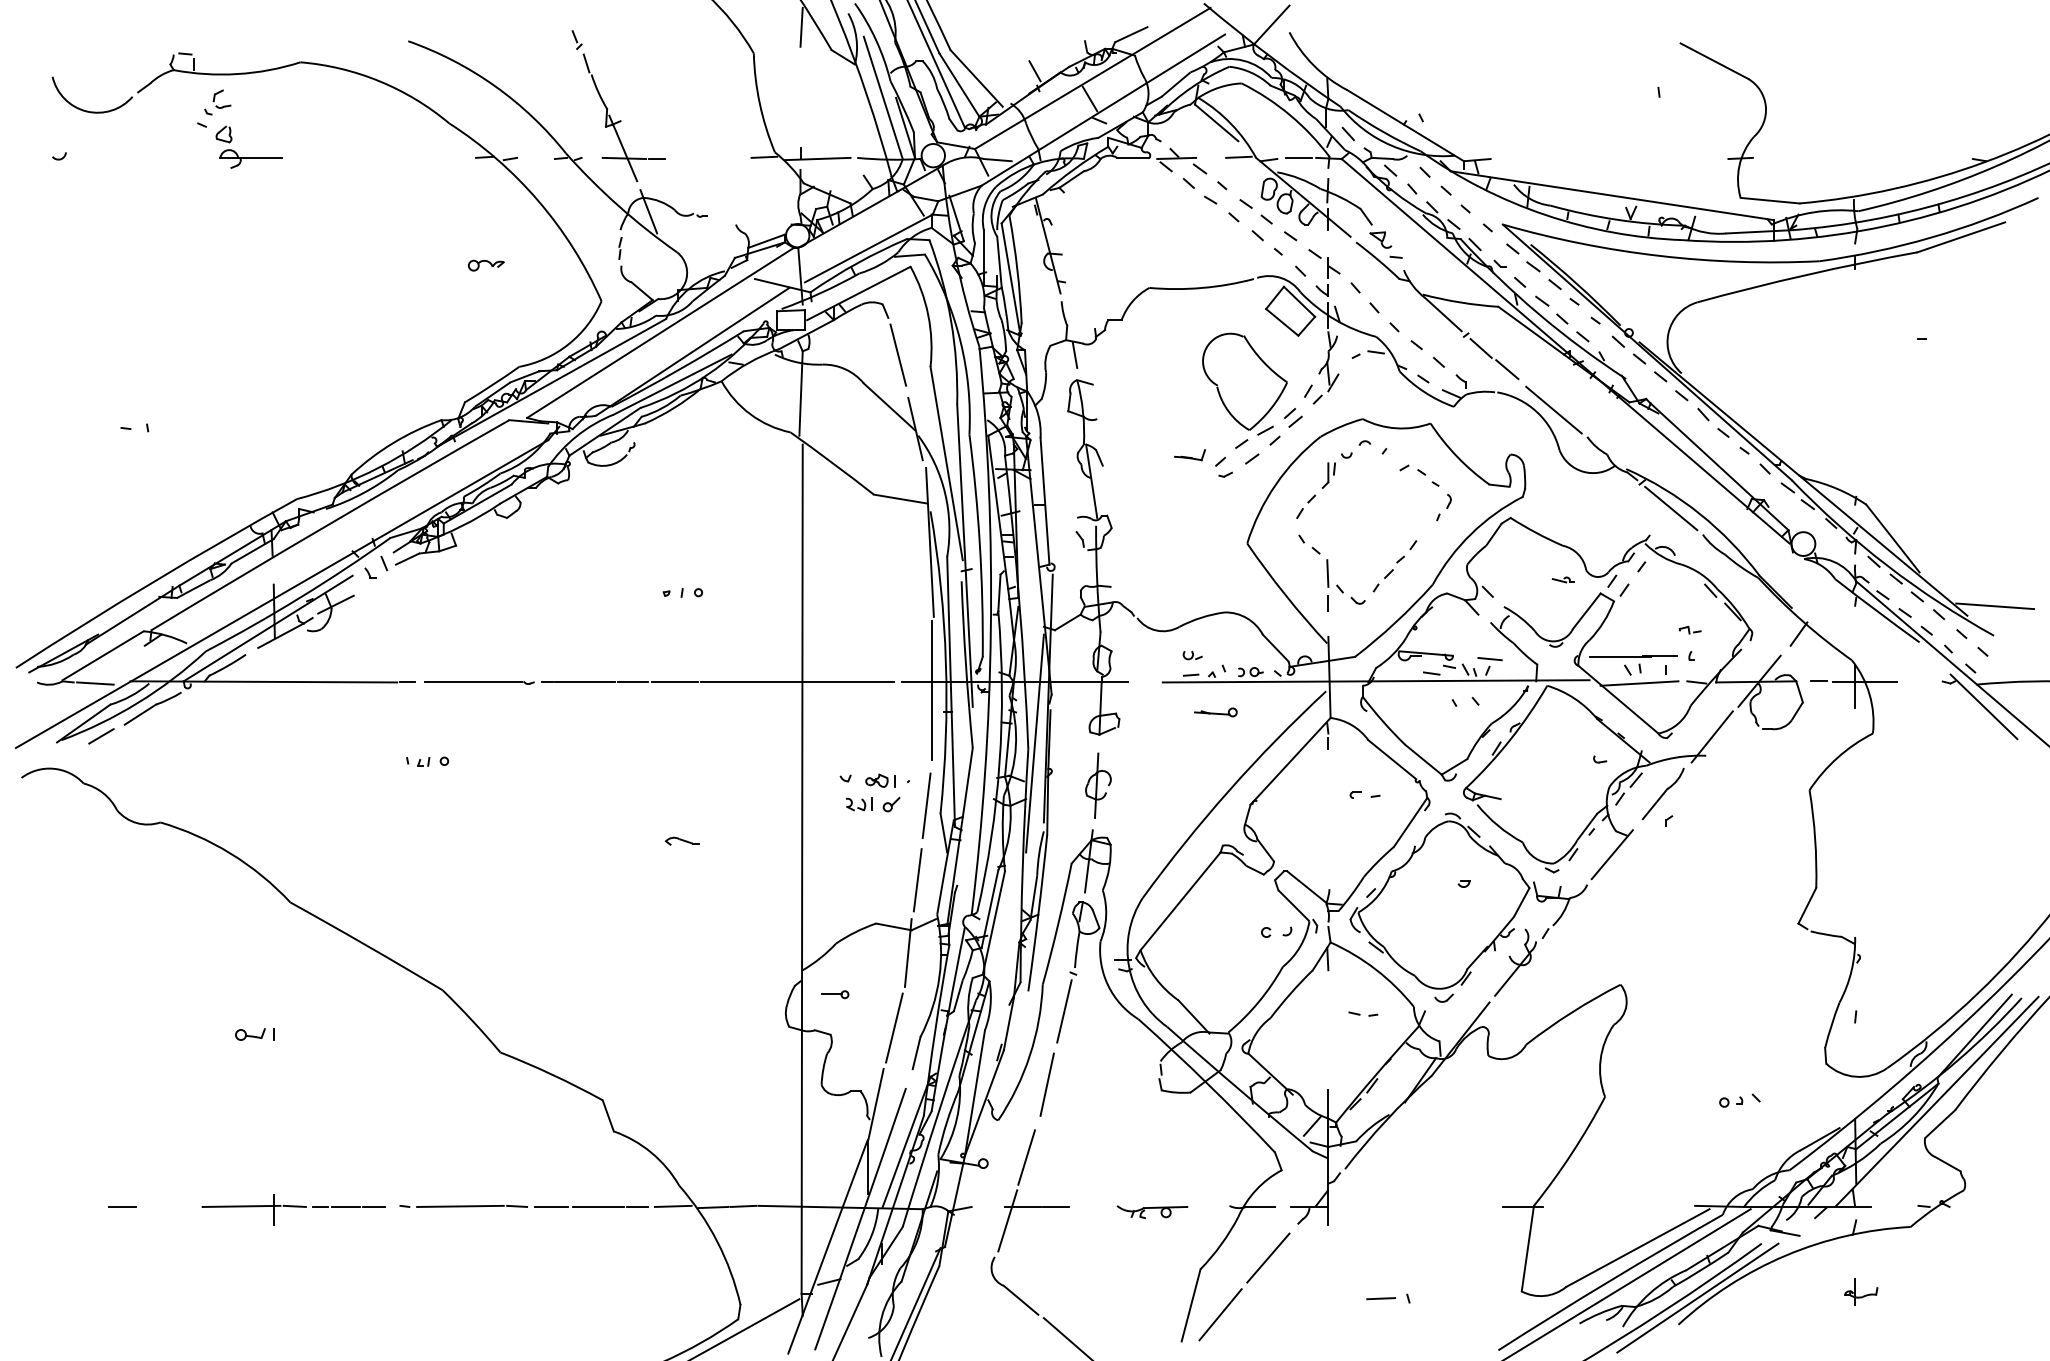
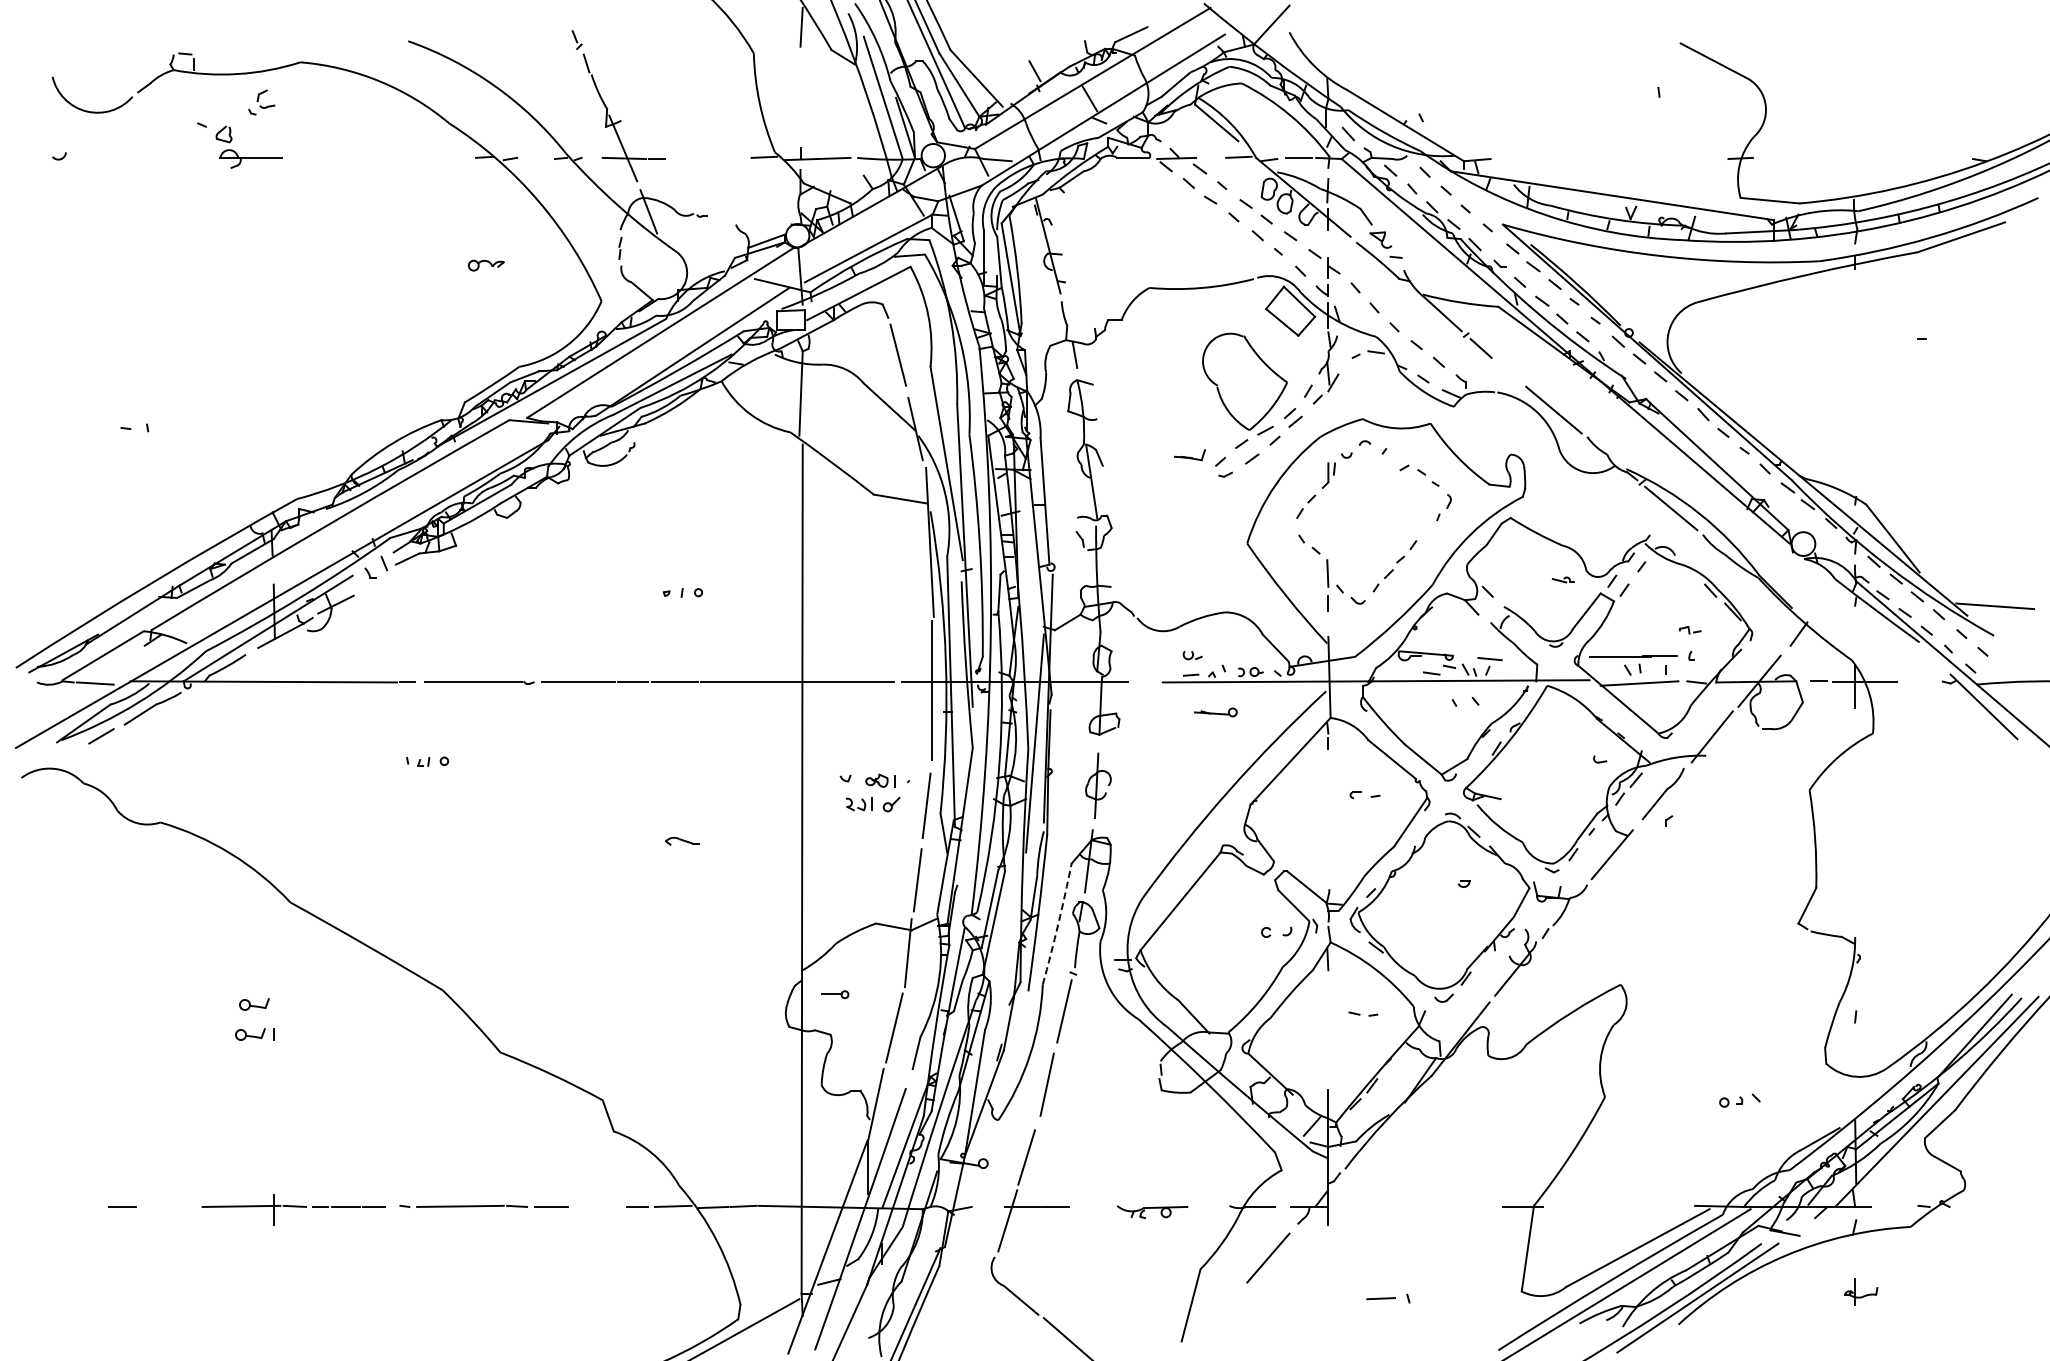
part at (217, 102) position: (217, 102) -> (261, 102)
line at (1507, 369): present -> none
arc at (1058, 924): solid -> dashed
part at (254, 1004): none -> present
line at (597, 1206): present -> none
line at (1220, 1314): present -> none
